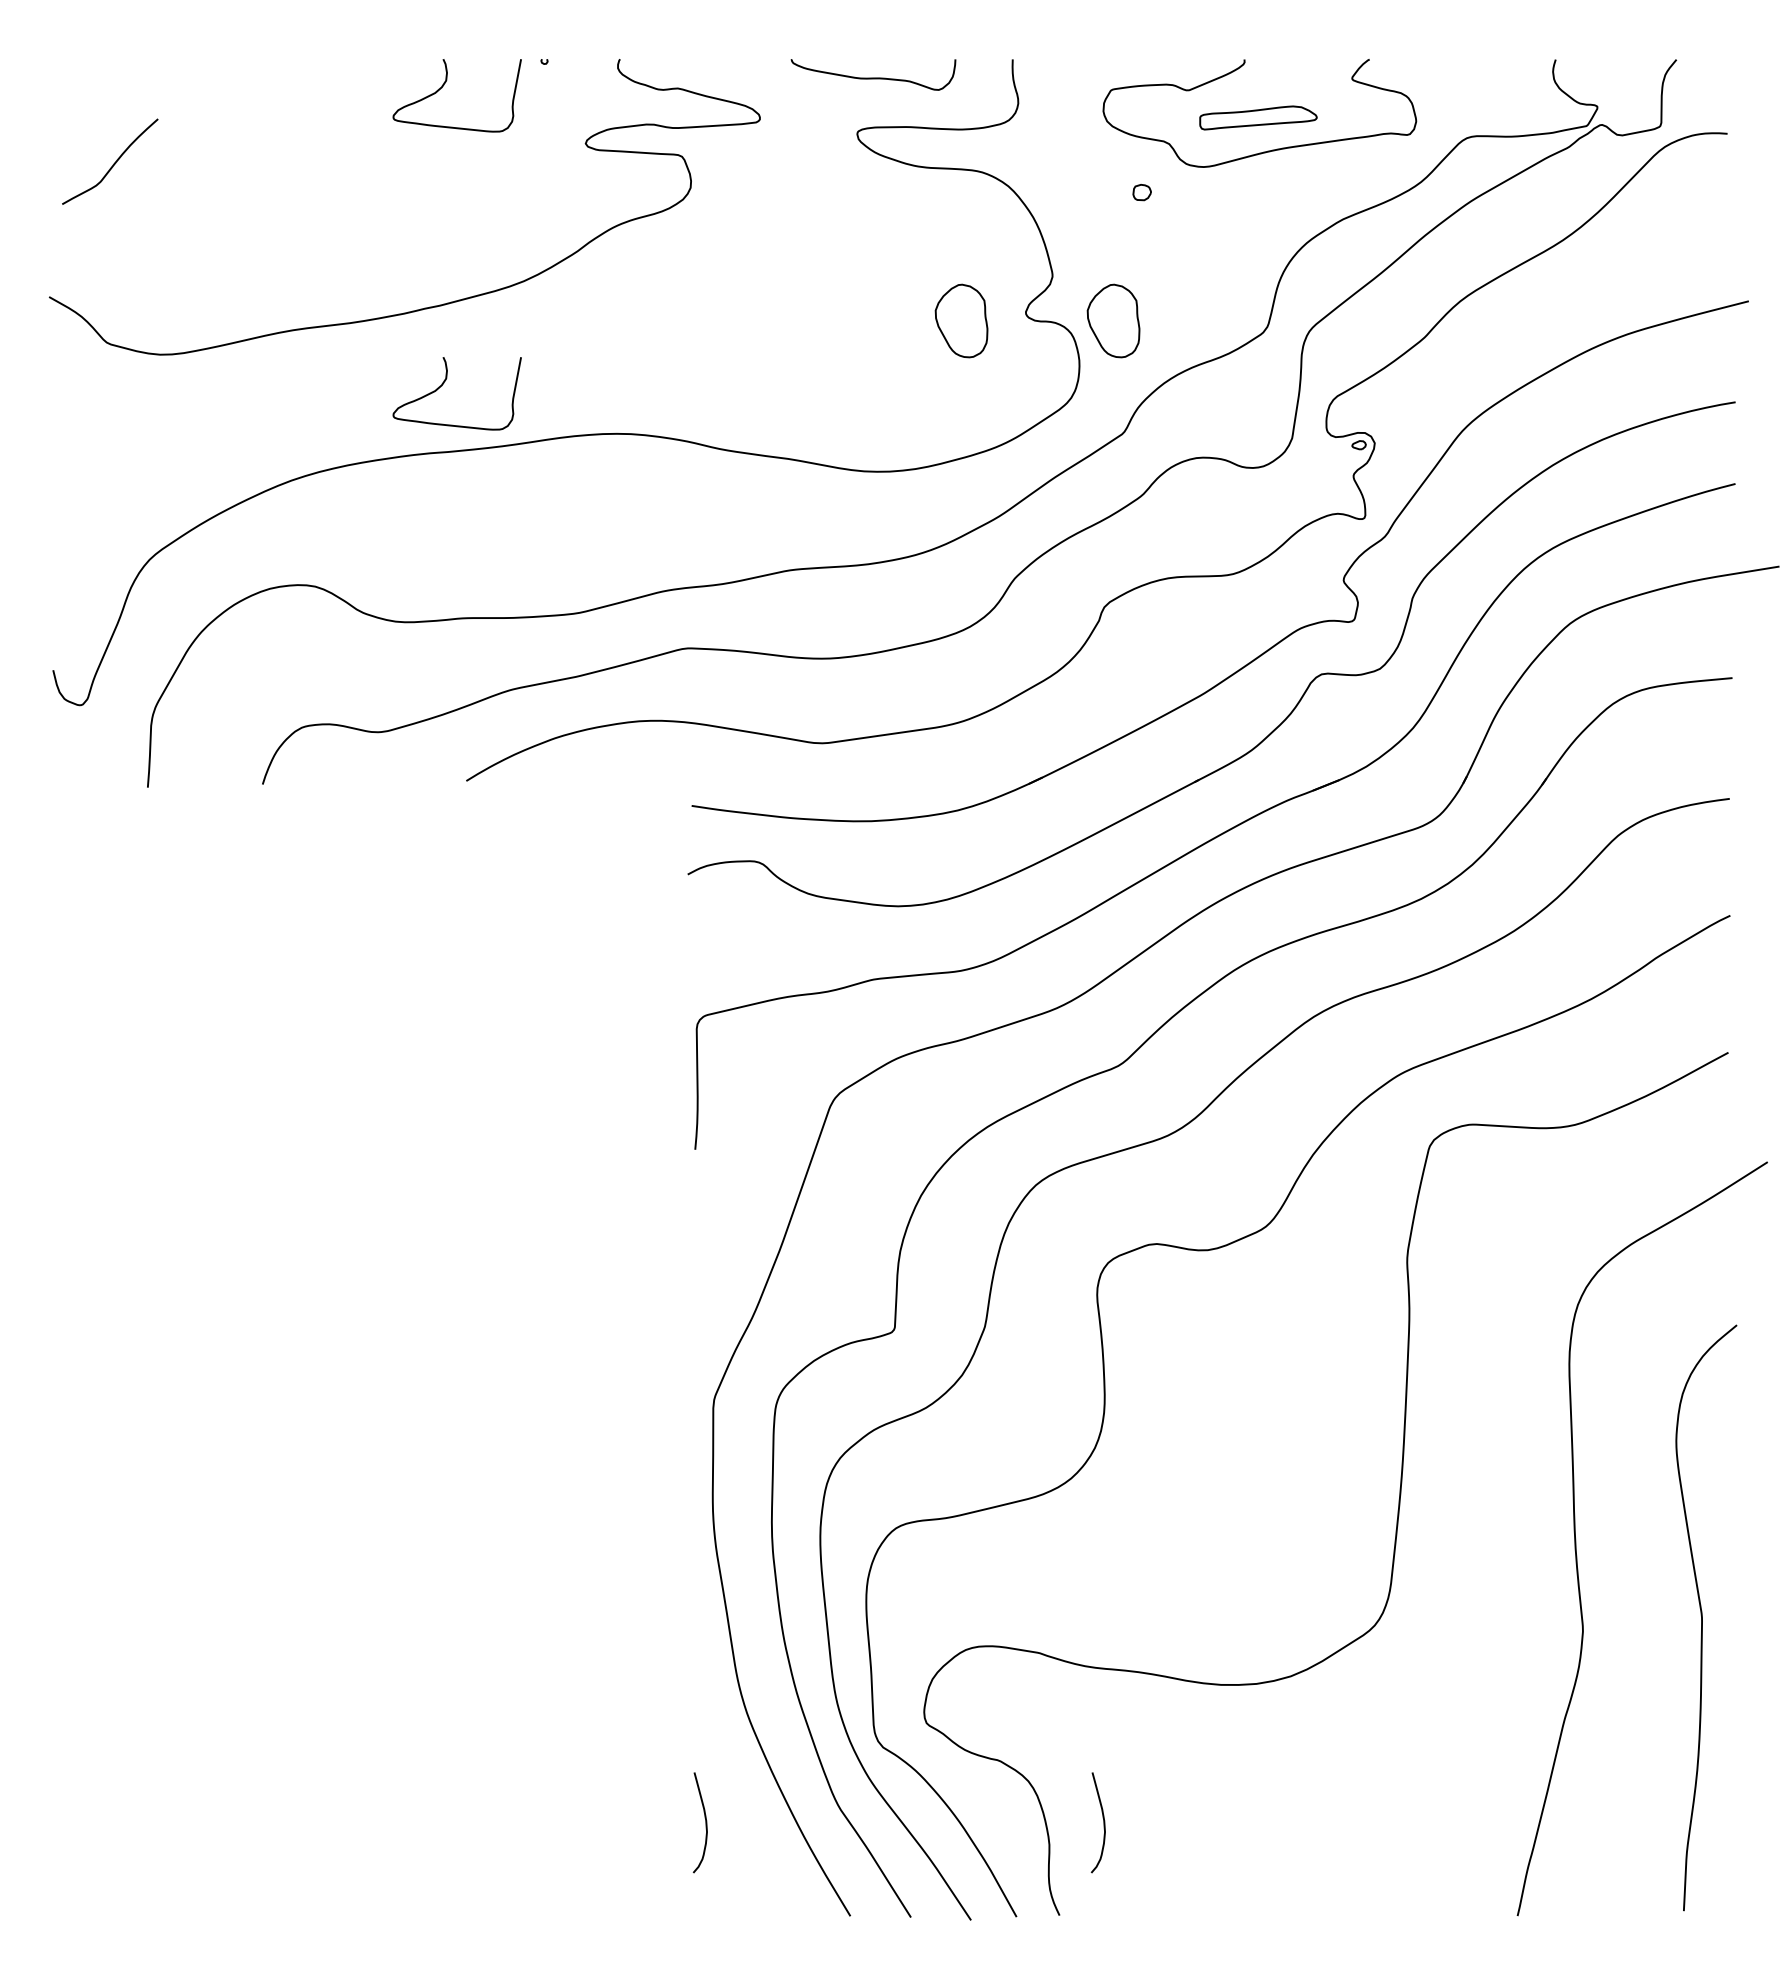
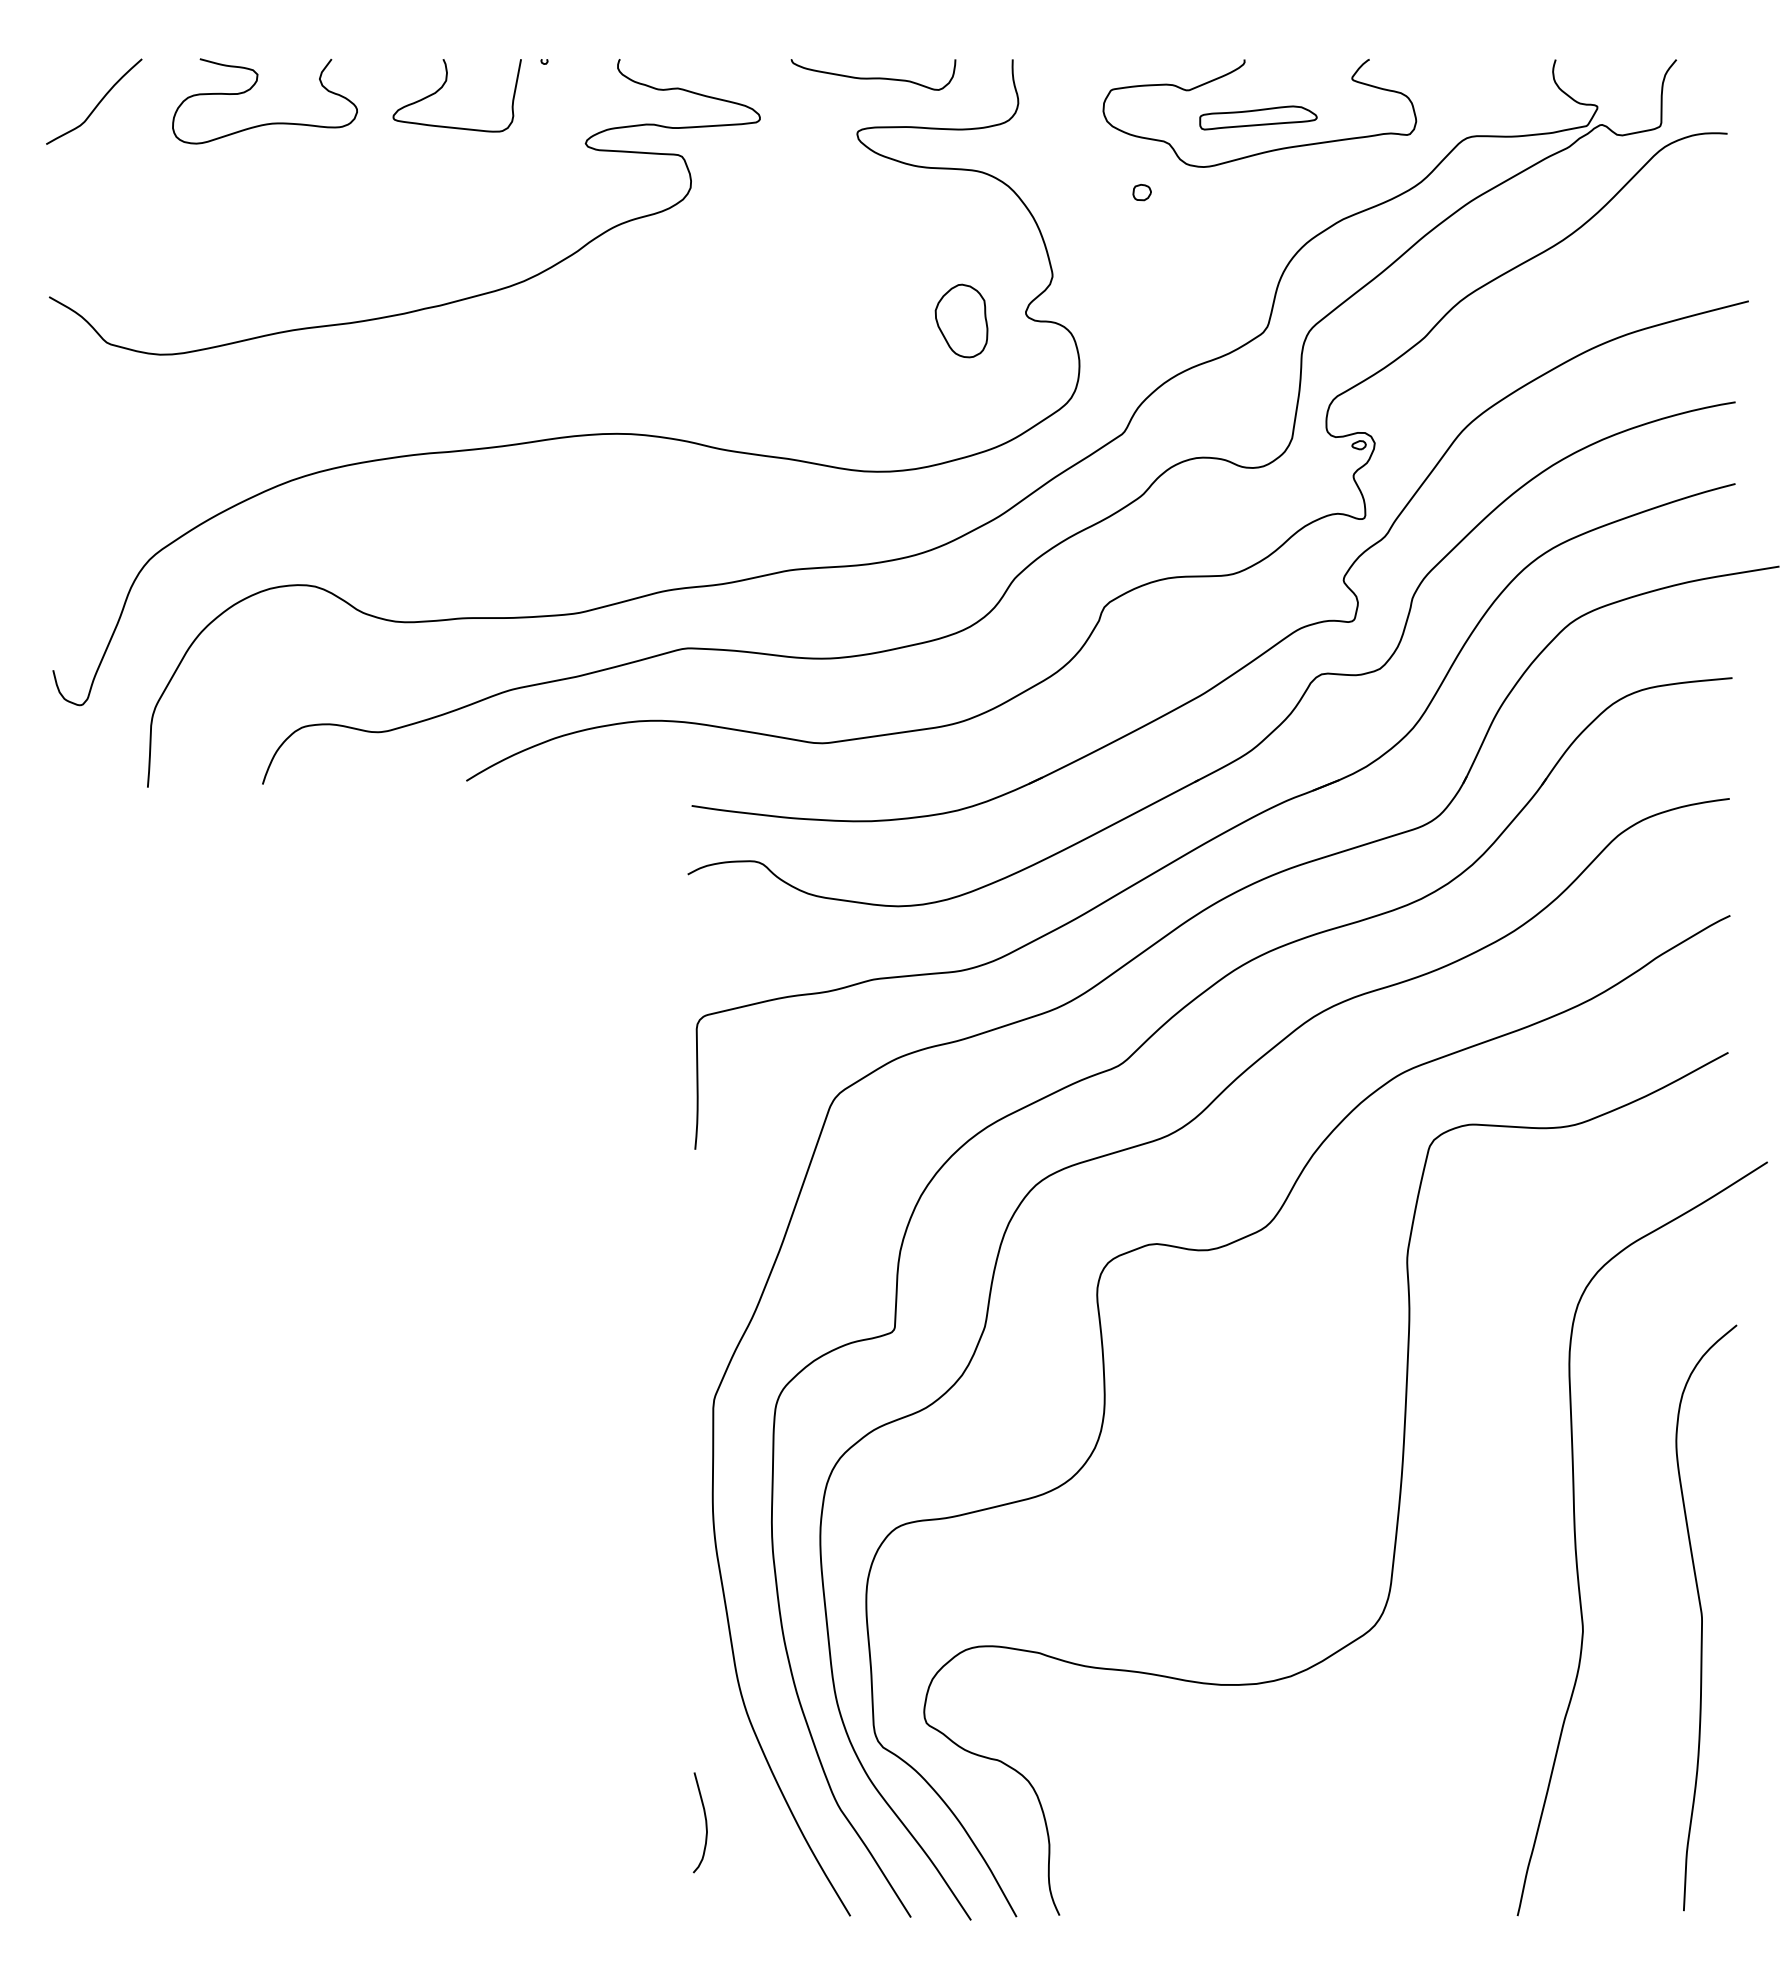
curve at (252, 88): none -> present
curve at (113, 163) position: (113, 163) -> (97, 103)
part at (1113, 320): present -> none
curve at (444, 383): present -> none
curve at (1103, 1822): present -> none
